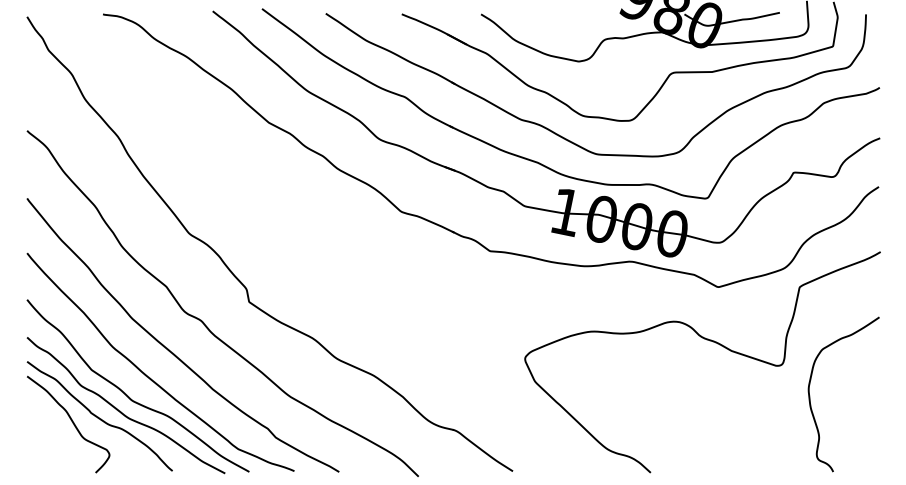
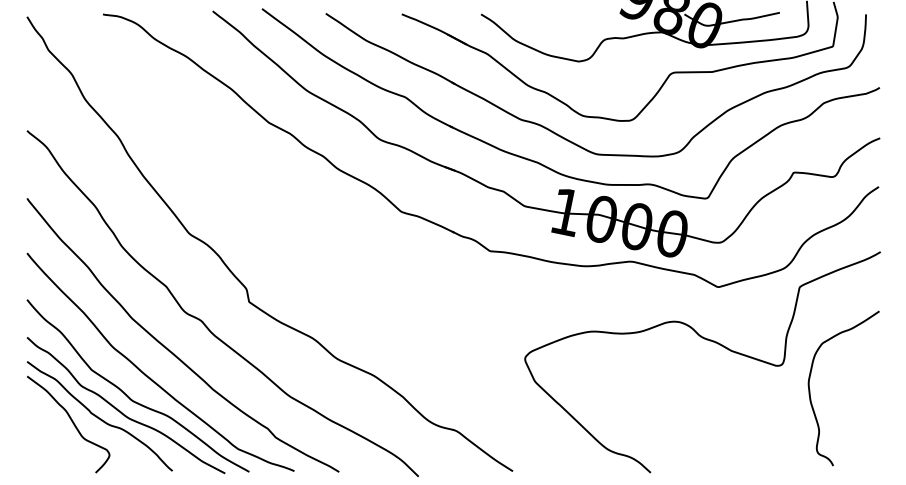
curve at (810, 395) position: (810, 395) -> (810, 389)
